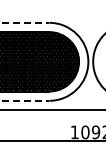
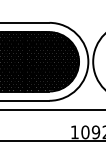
line at (25, 22): dashed -> solid
line at (25, 100): dashed -> solid
